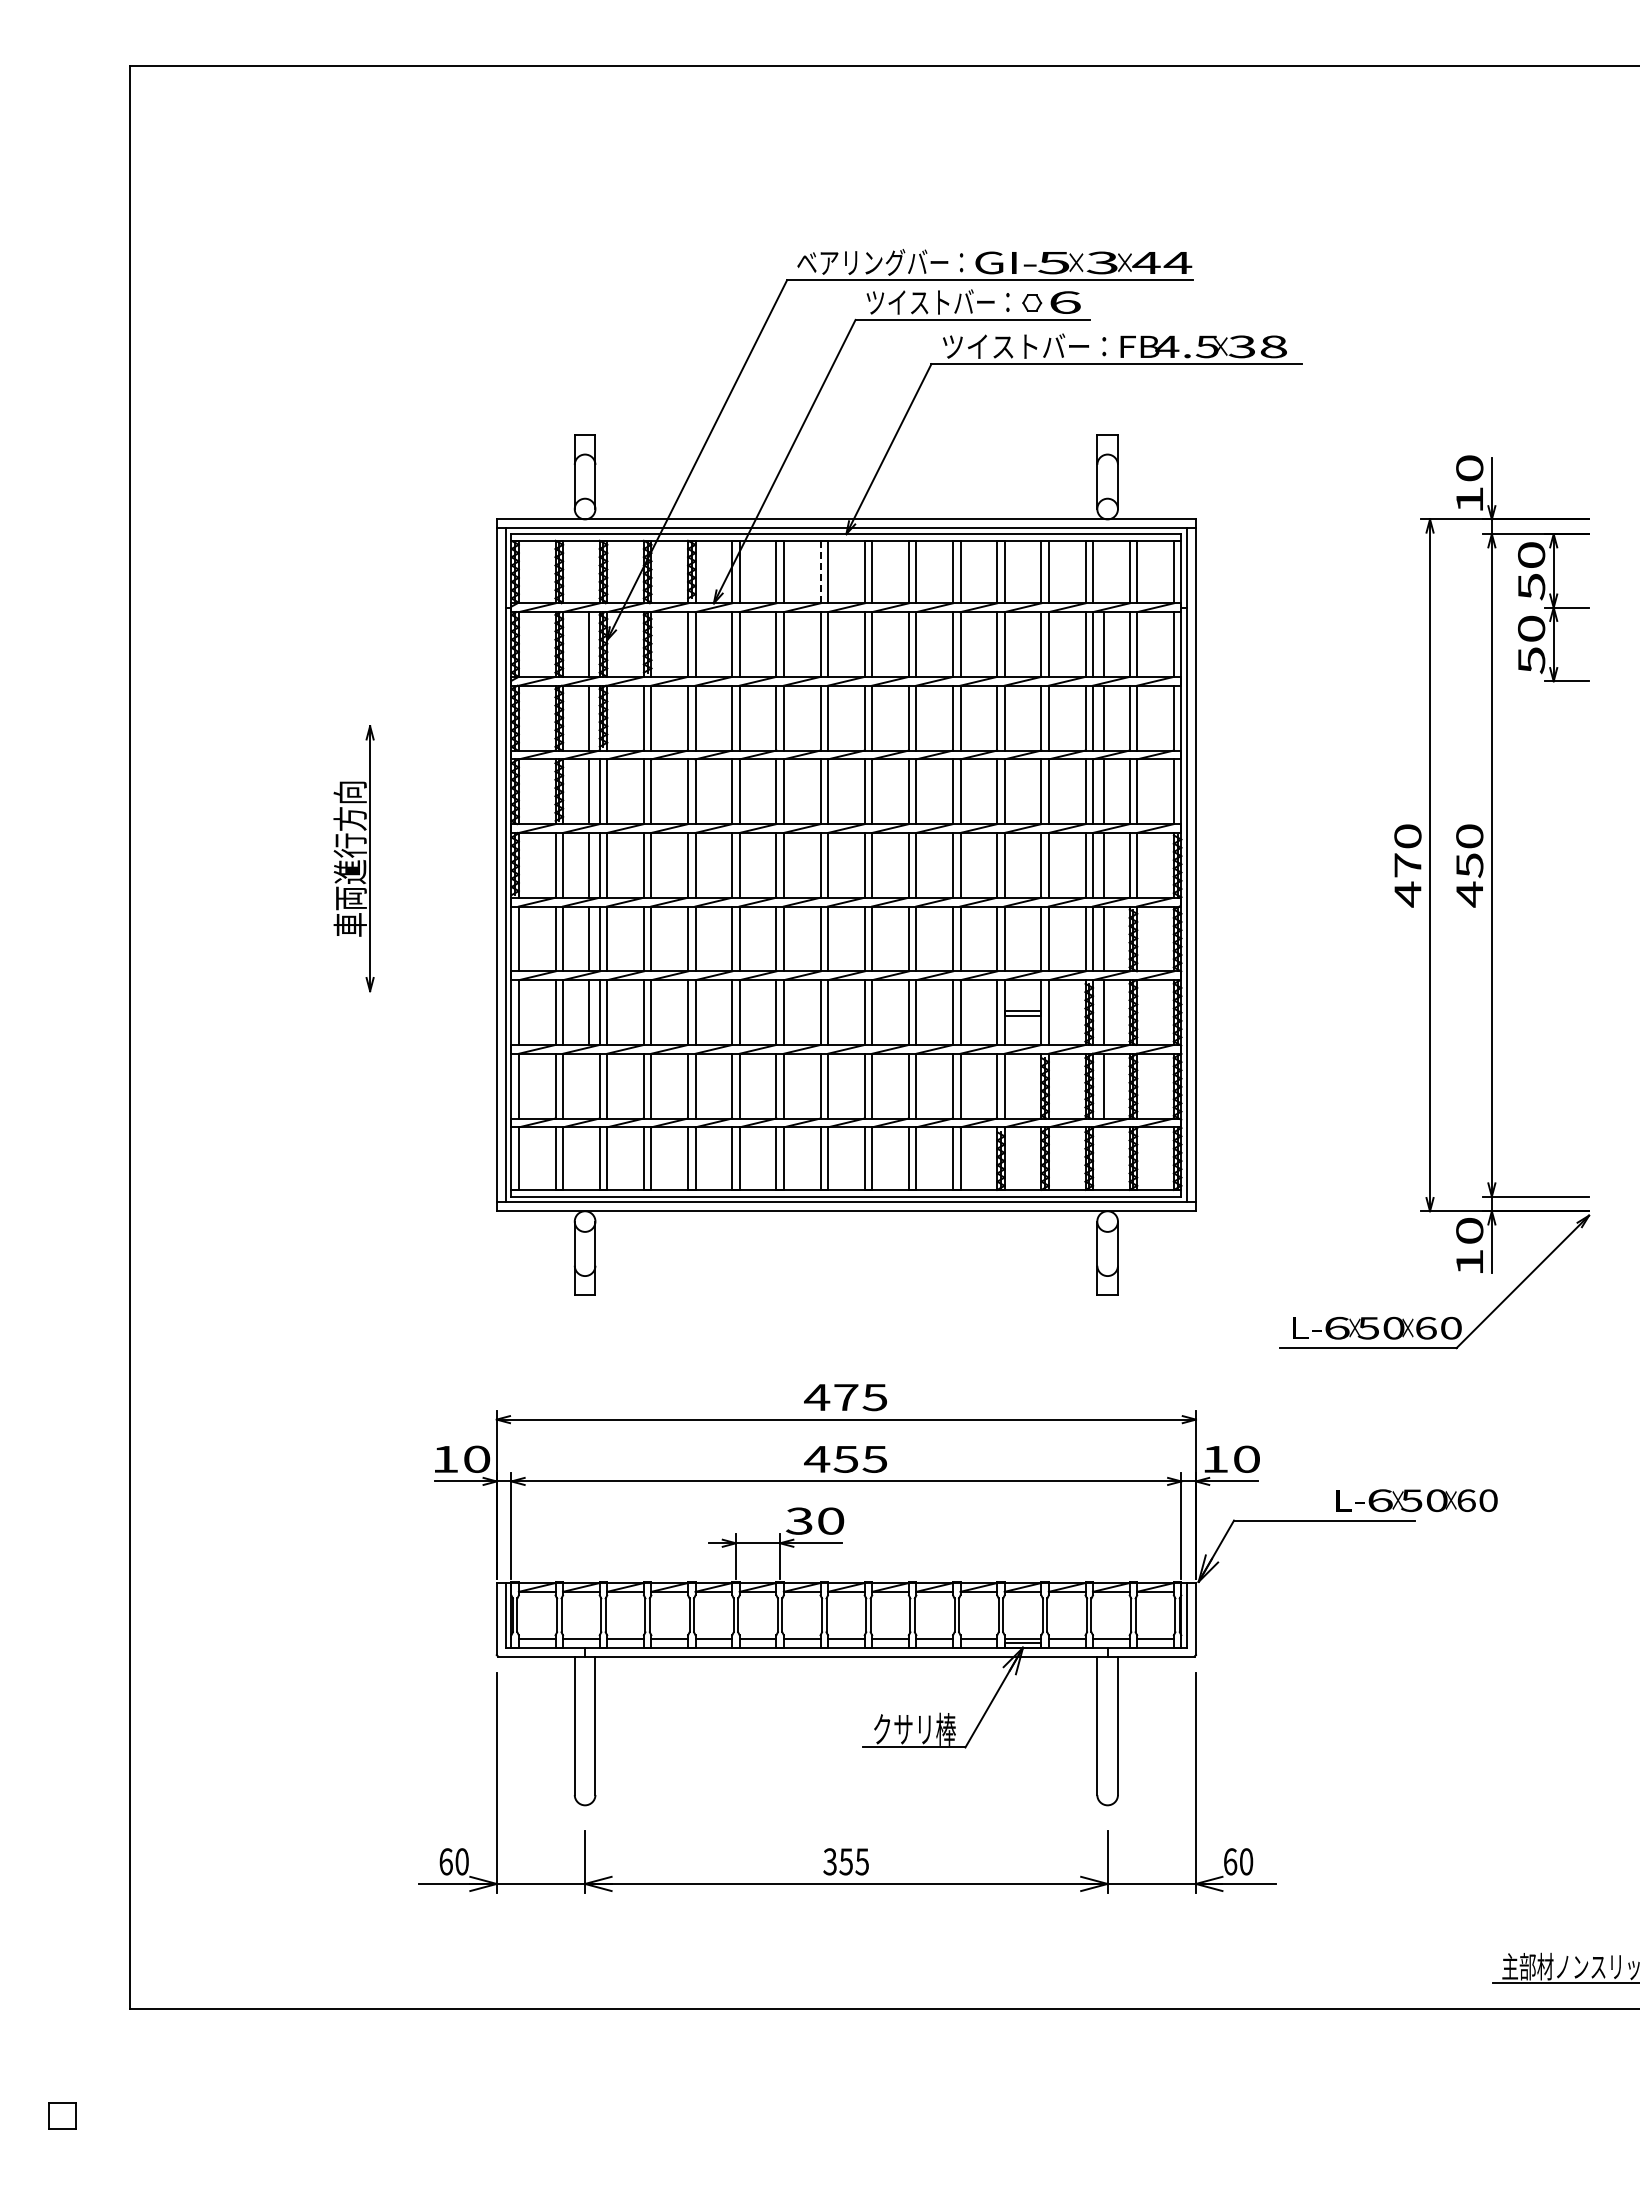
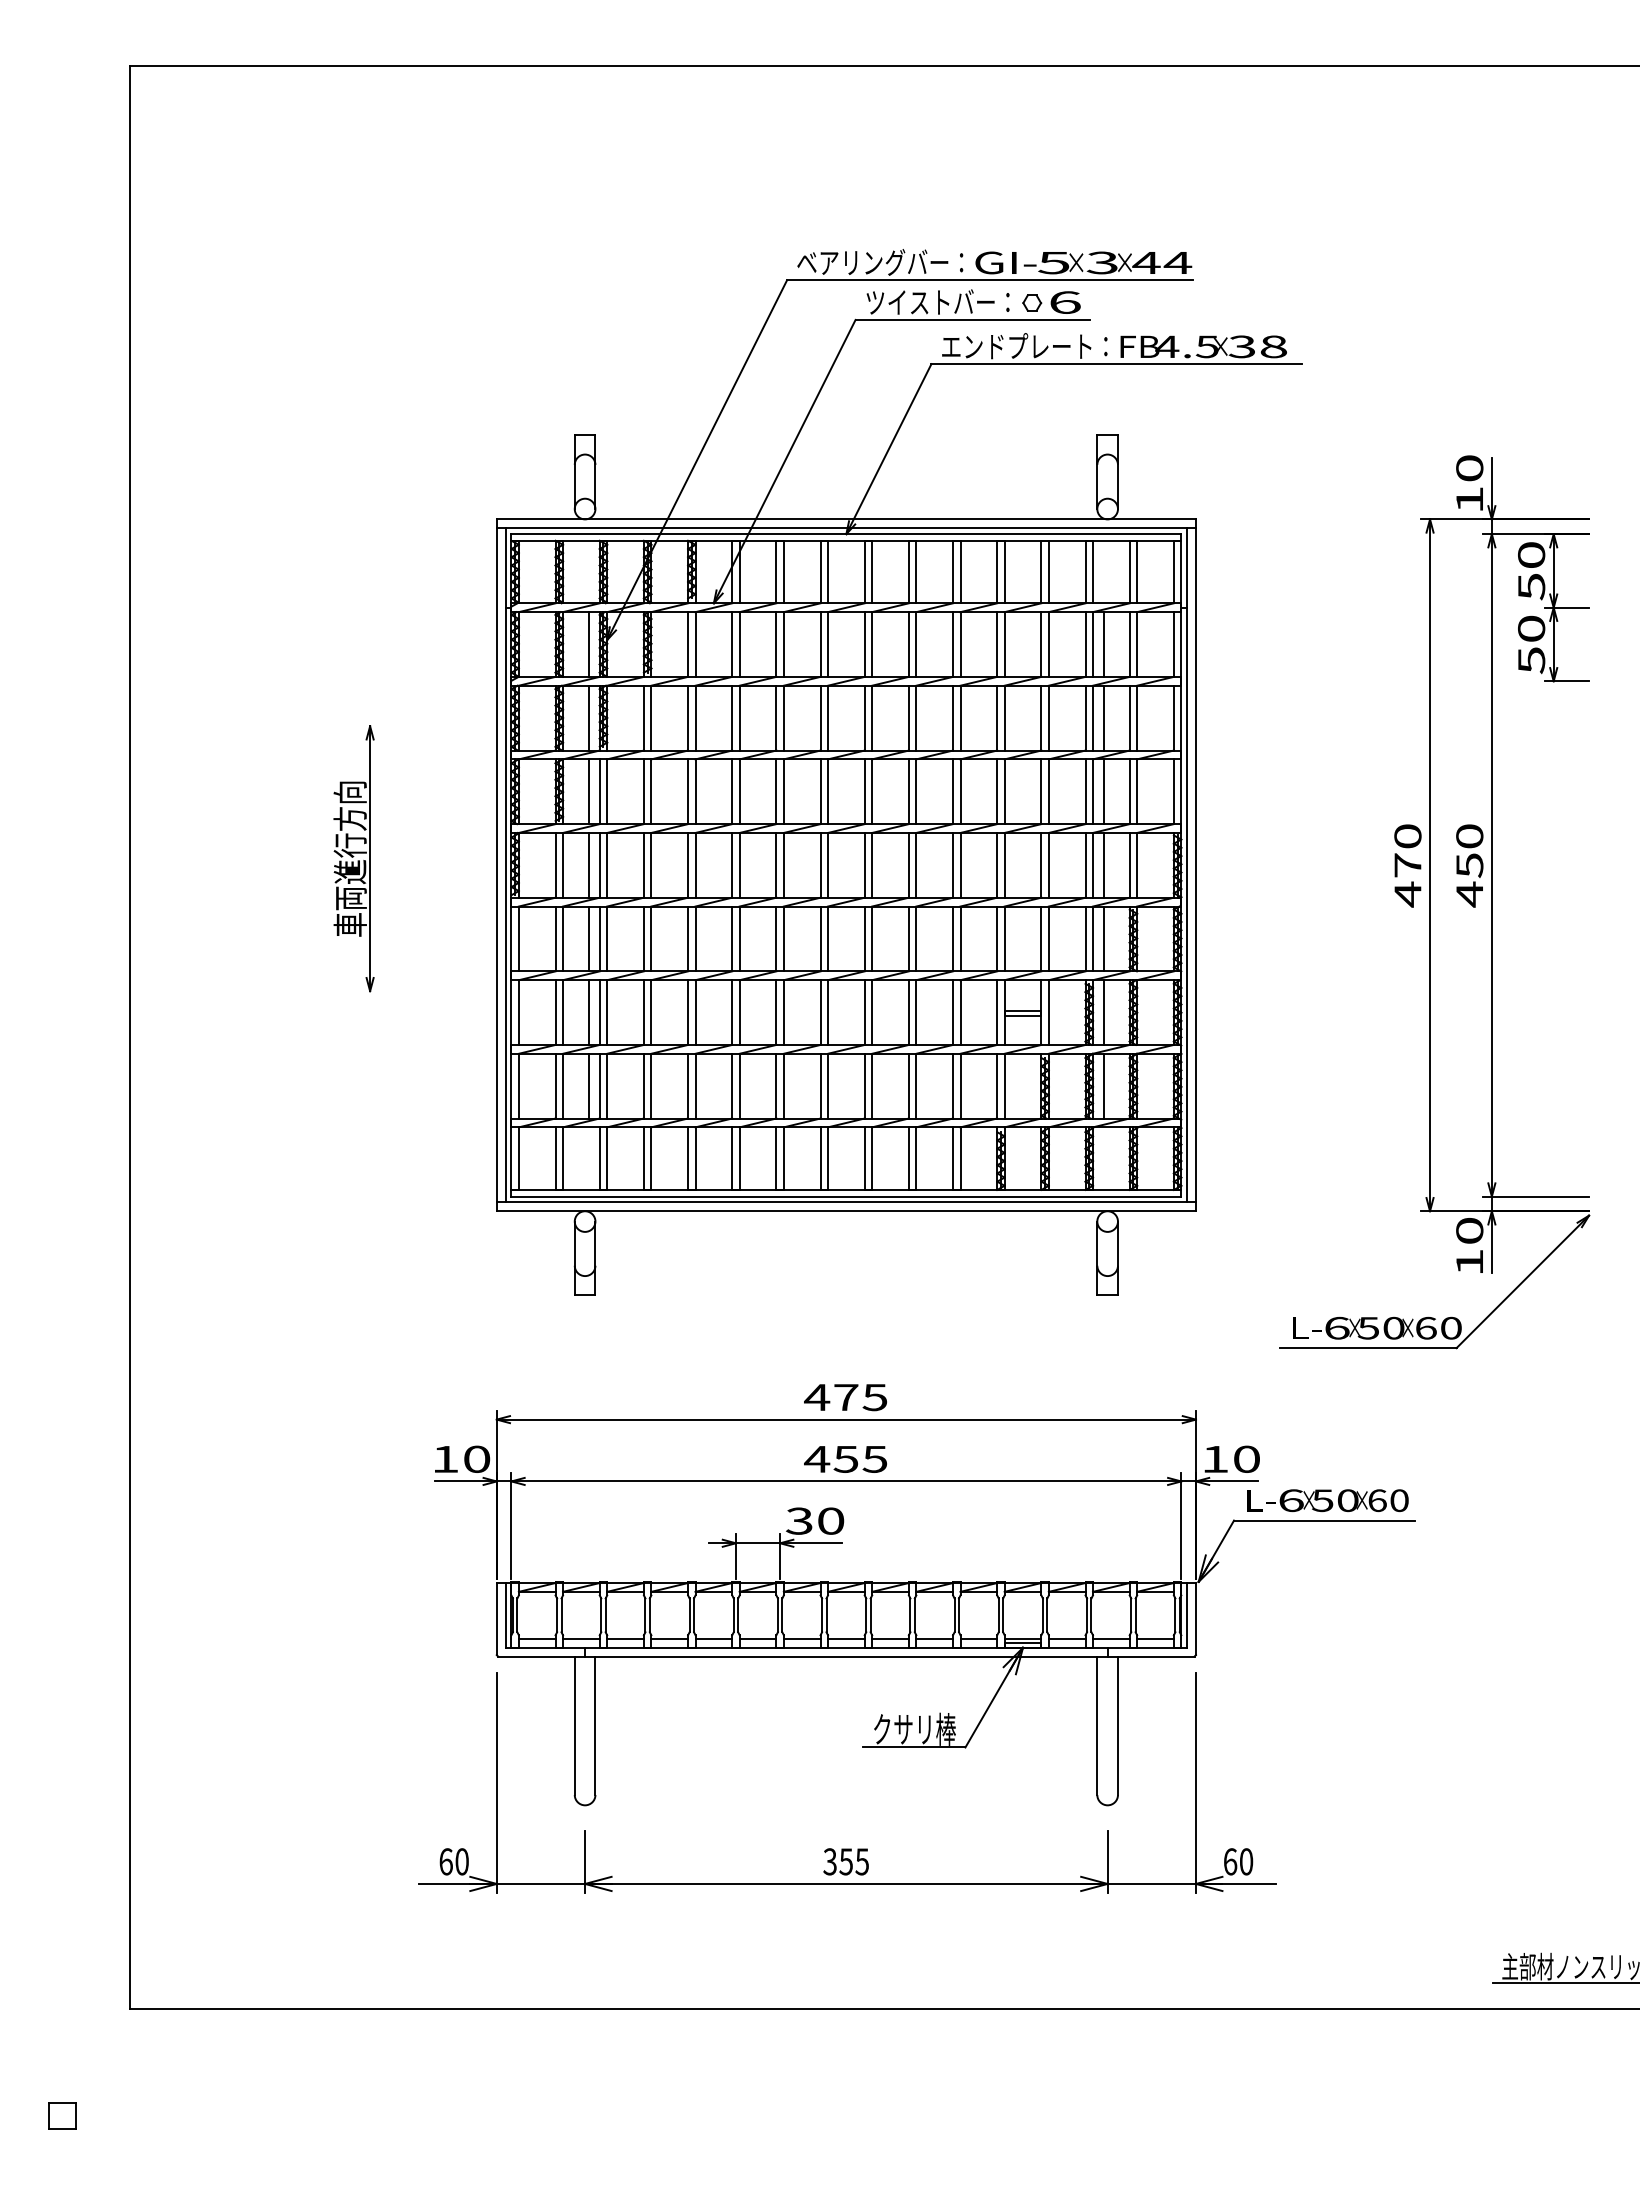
text at (1024, 346): ツイストバー： -> エンドプレート：
line at (820, 571): dashed -> solid
line at (588, 1085): none -> present
text at (1416, 1500) position: (1416, 1500) -> (1327, 1500)
